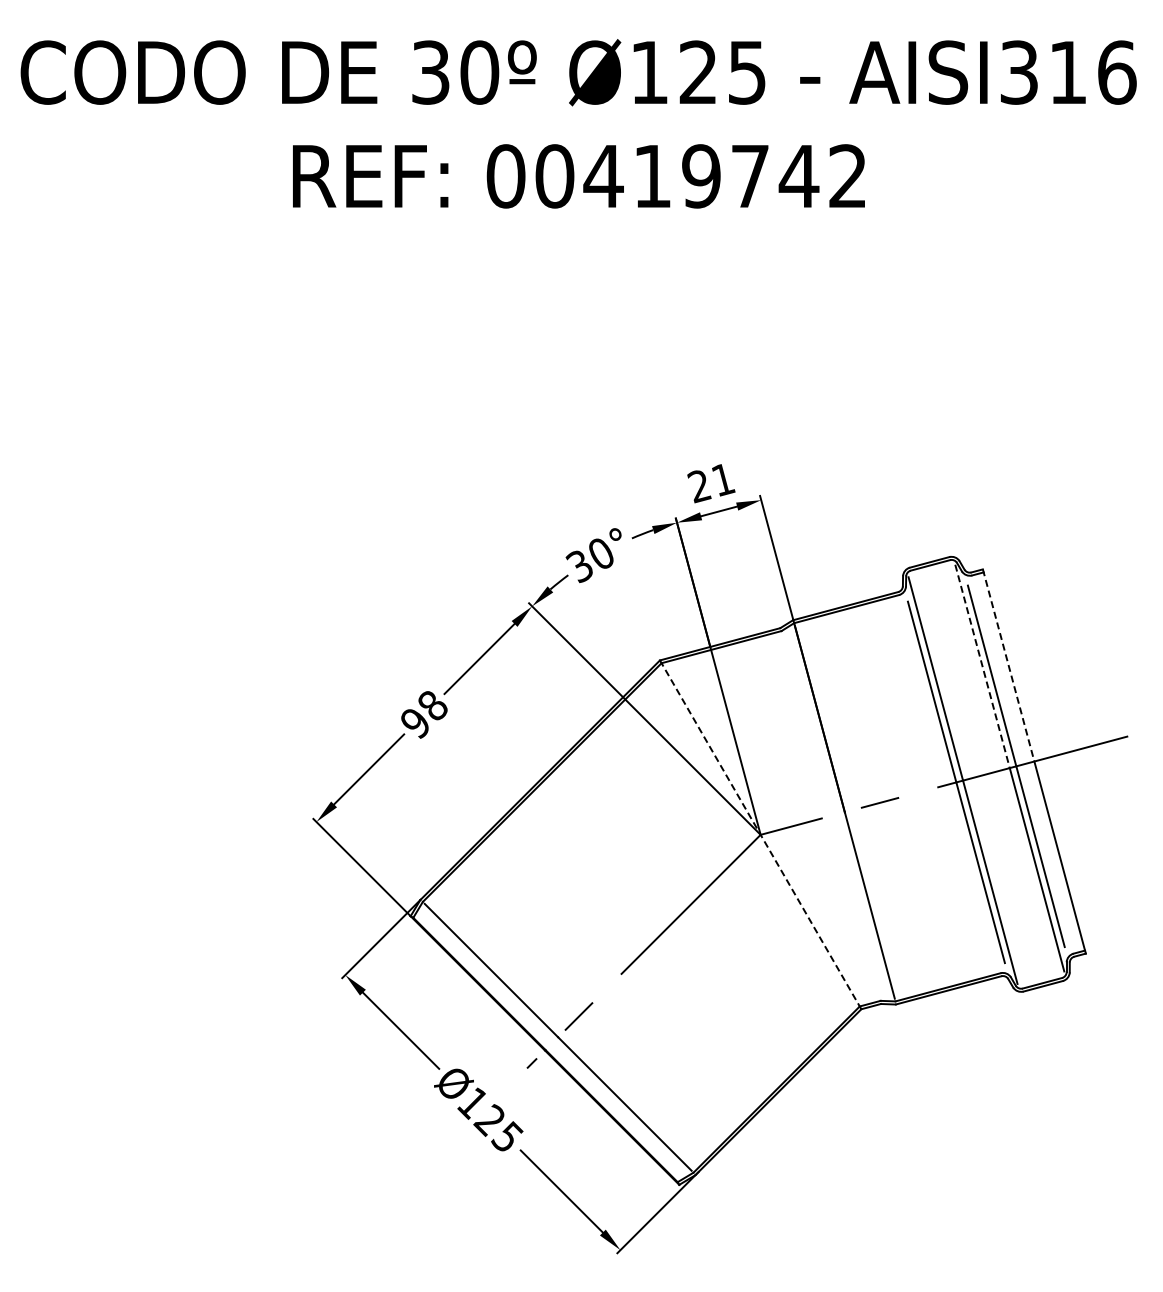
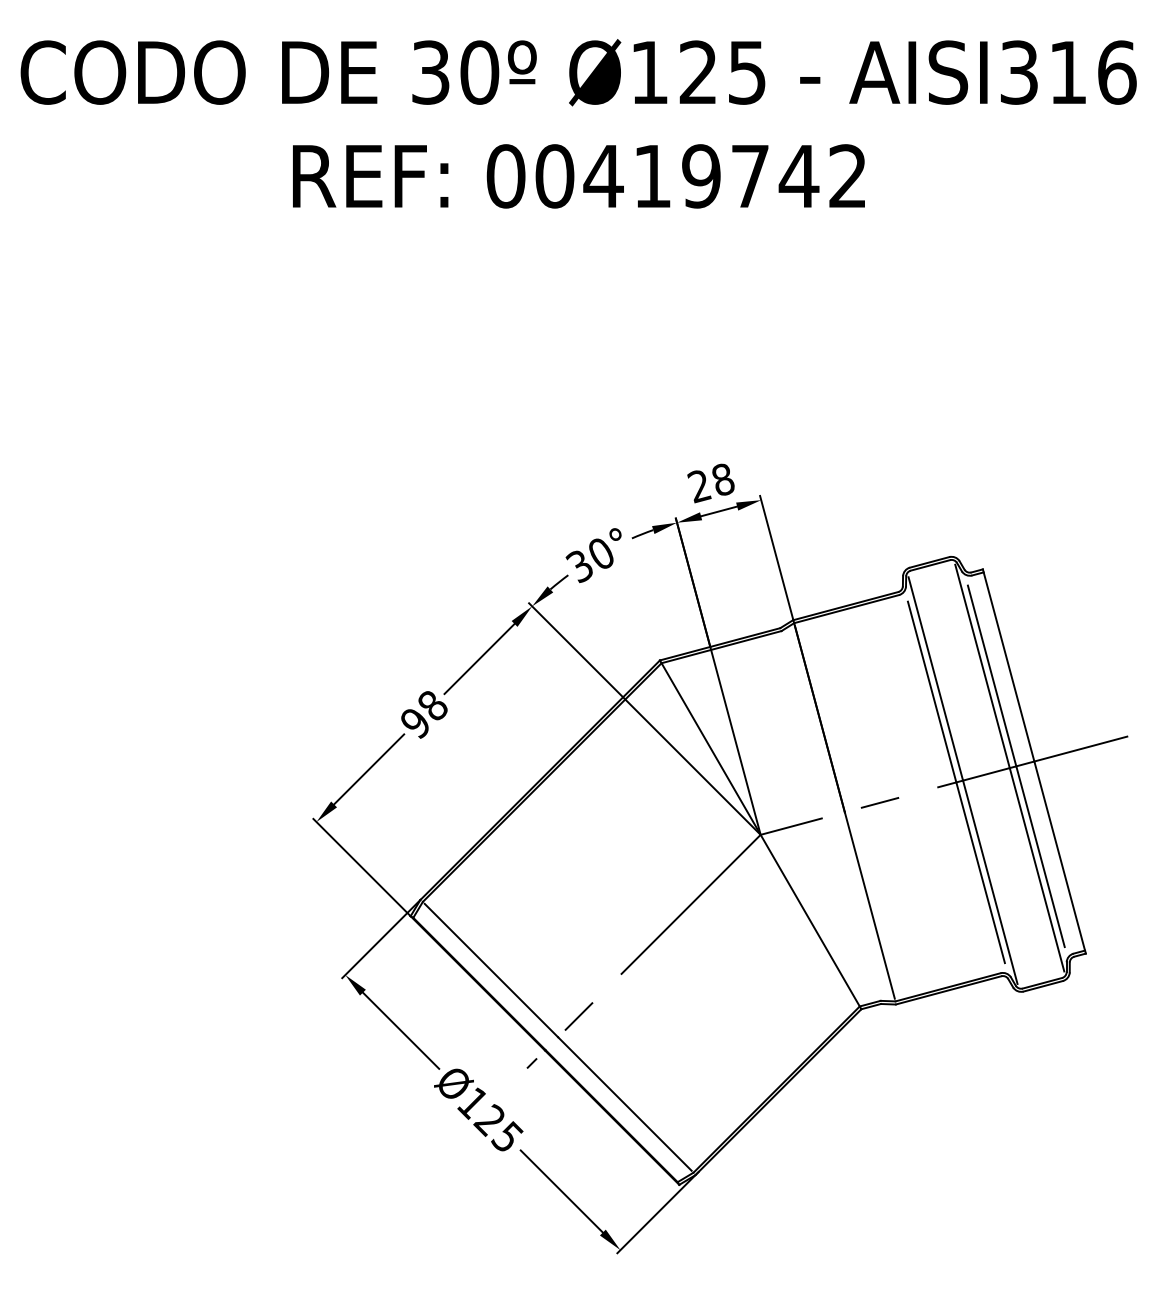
text at (723, 479): 21 -> 28
line at (1008, 665): dashed -> solid
line at (982, 666): dashed -> solid
line at (760, 835): dashed -> solid
